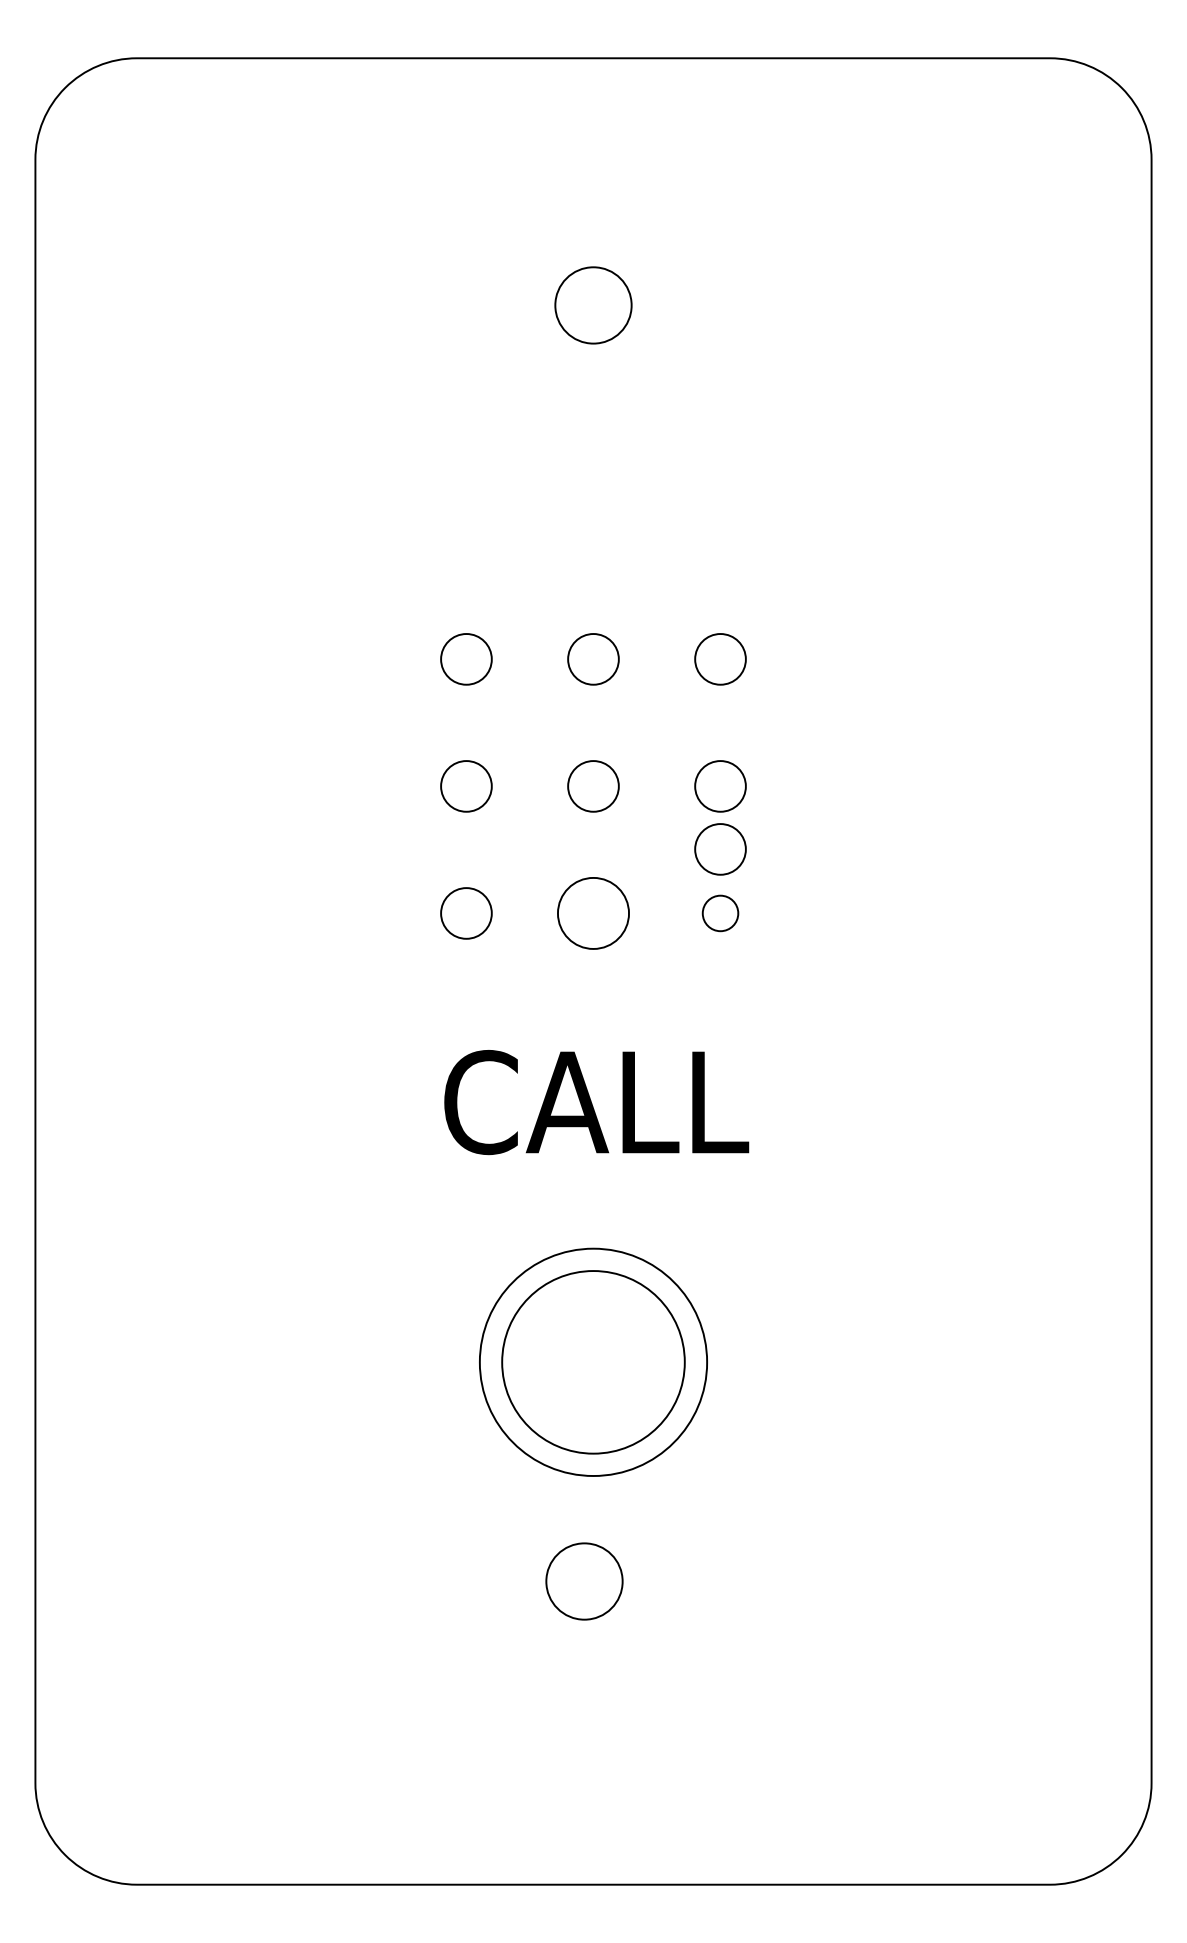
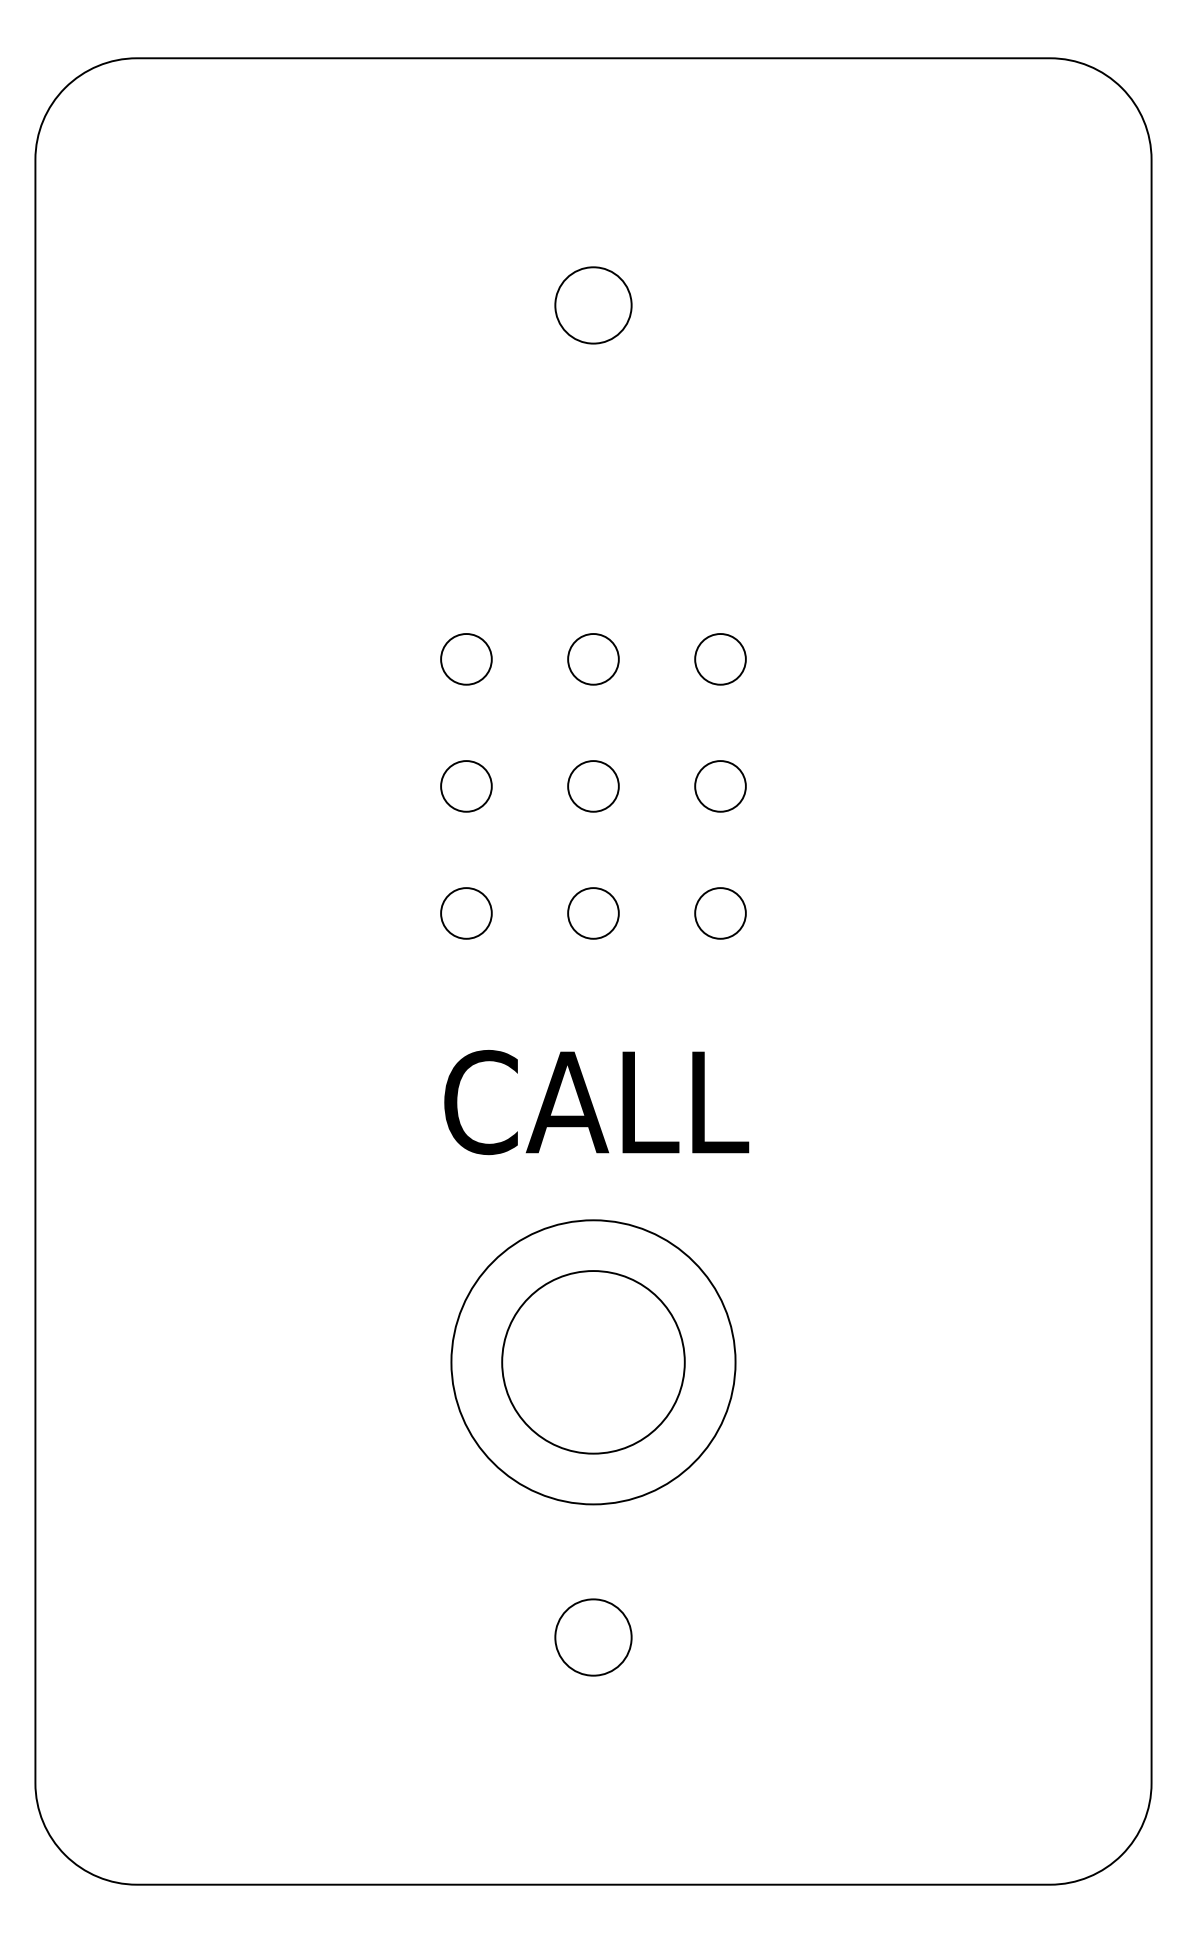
circle at (720, 849): present -> none
circle at (593, 912) diameter: 71 px -> 51 px
circle at (720, 913) diameter: 36 px -> 51 px
circle at (593, 1361) diameter: 227 px -> 284 px
circle at (584, 1581) position: (584, 1581) -> (593, 1637)
